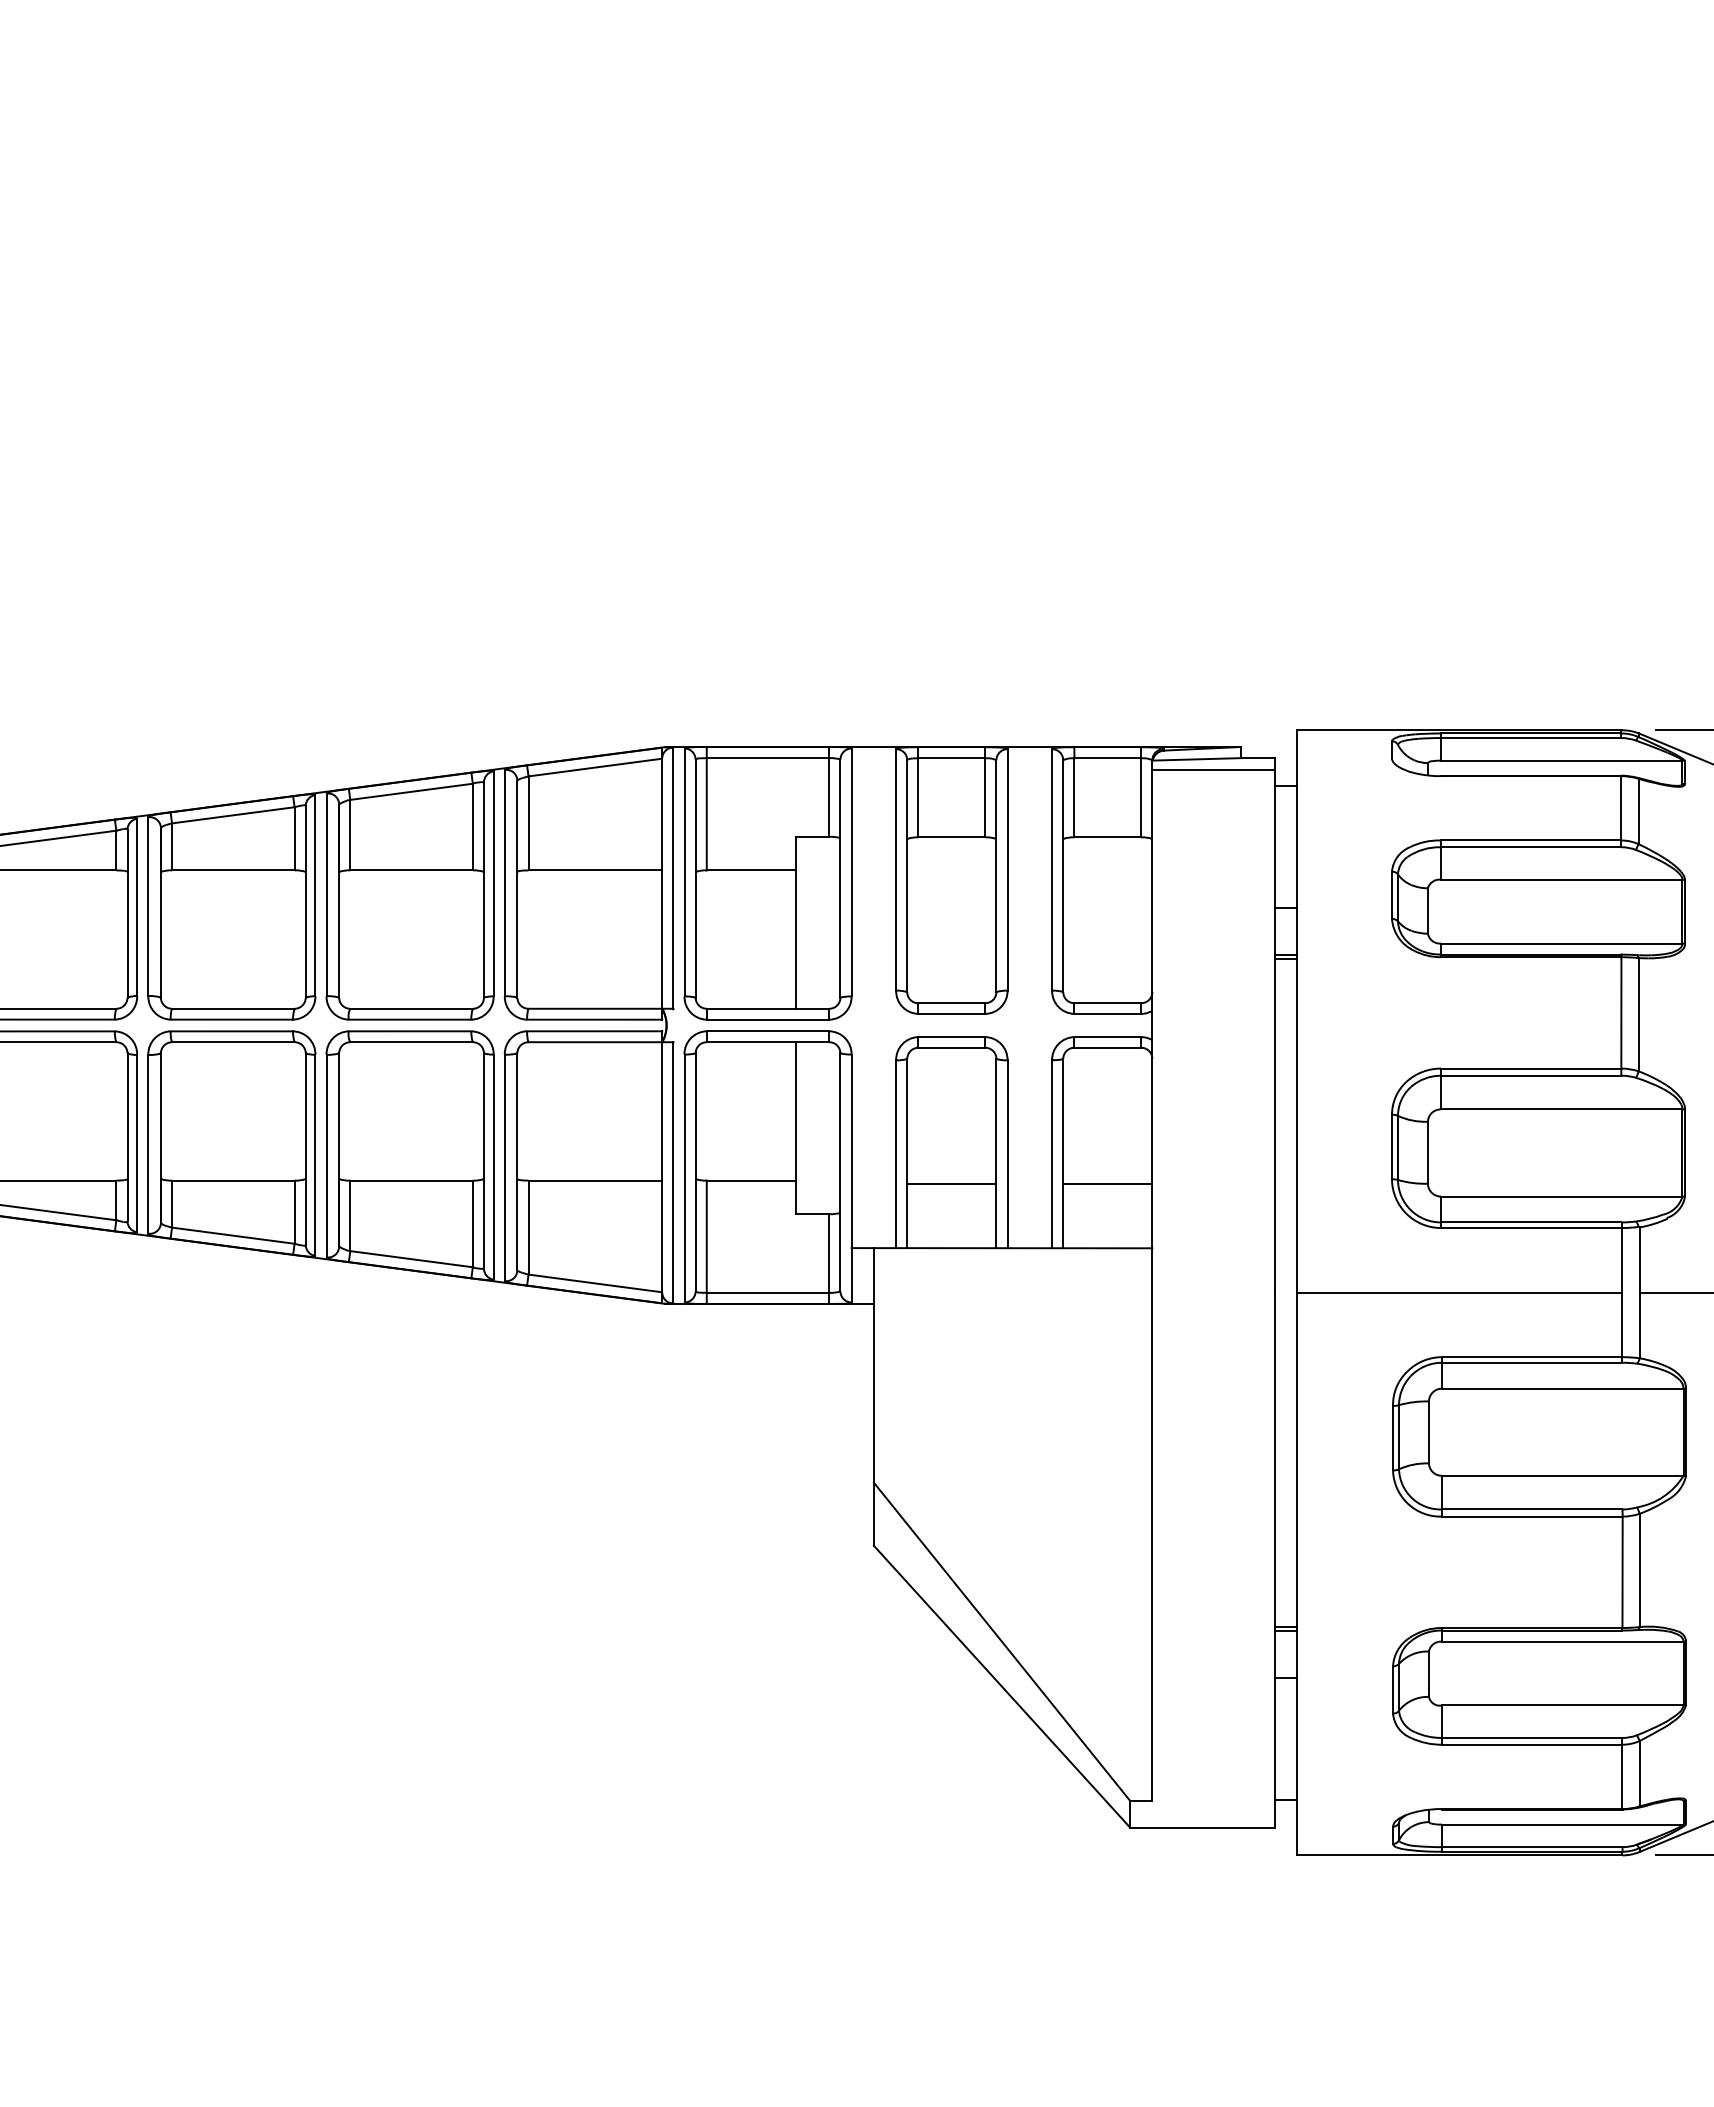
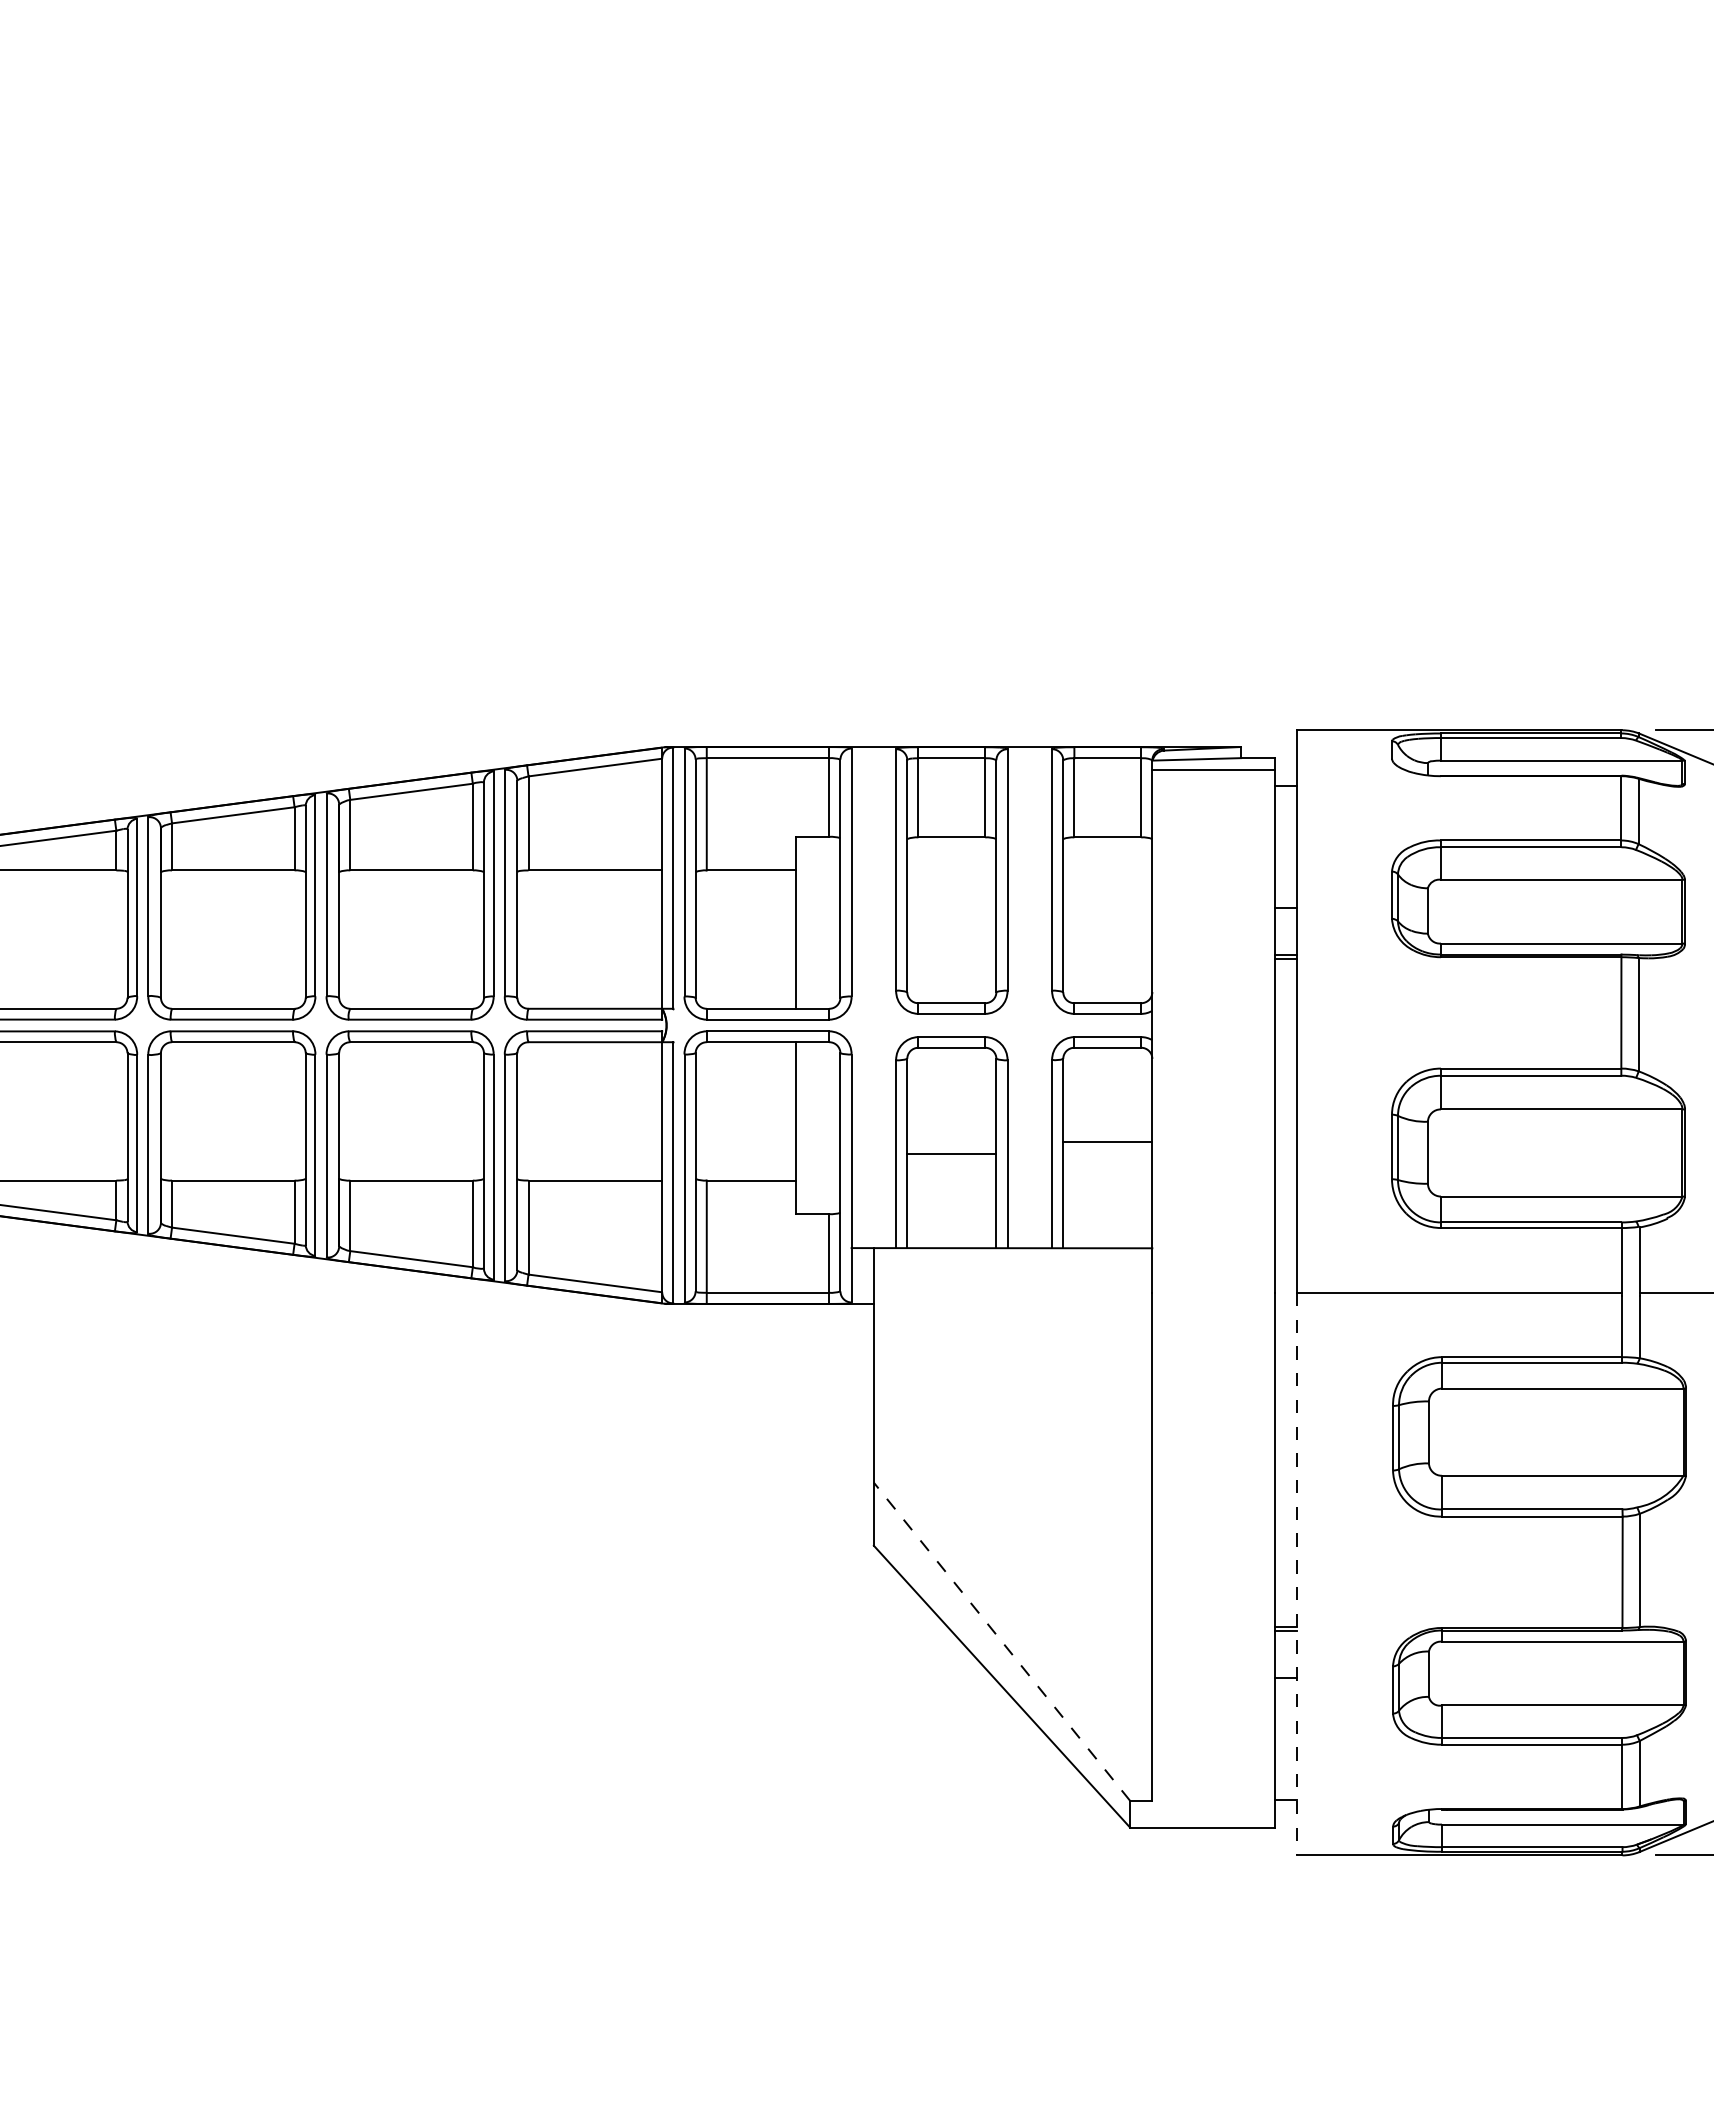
line at (951, 1183) position: (951, 1183) -> (951, 1153)
line at (1107, 1183) position: (1107, 1183) -> (1107, 1141)
line at (1297, 1574): solid -> dashed
line at (1001, 1641): solid -> dashed
